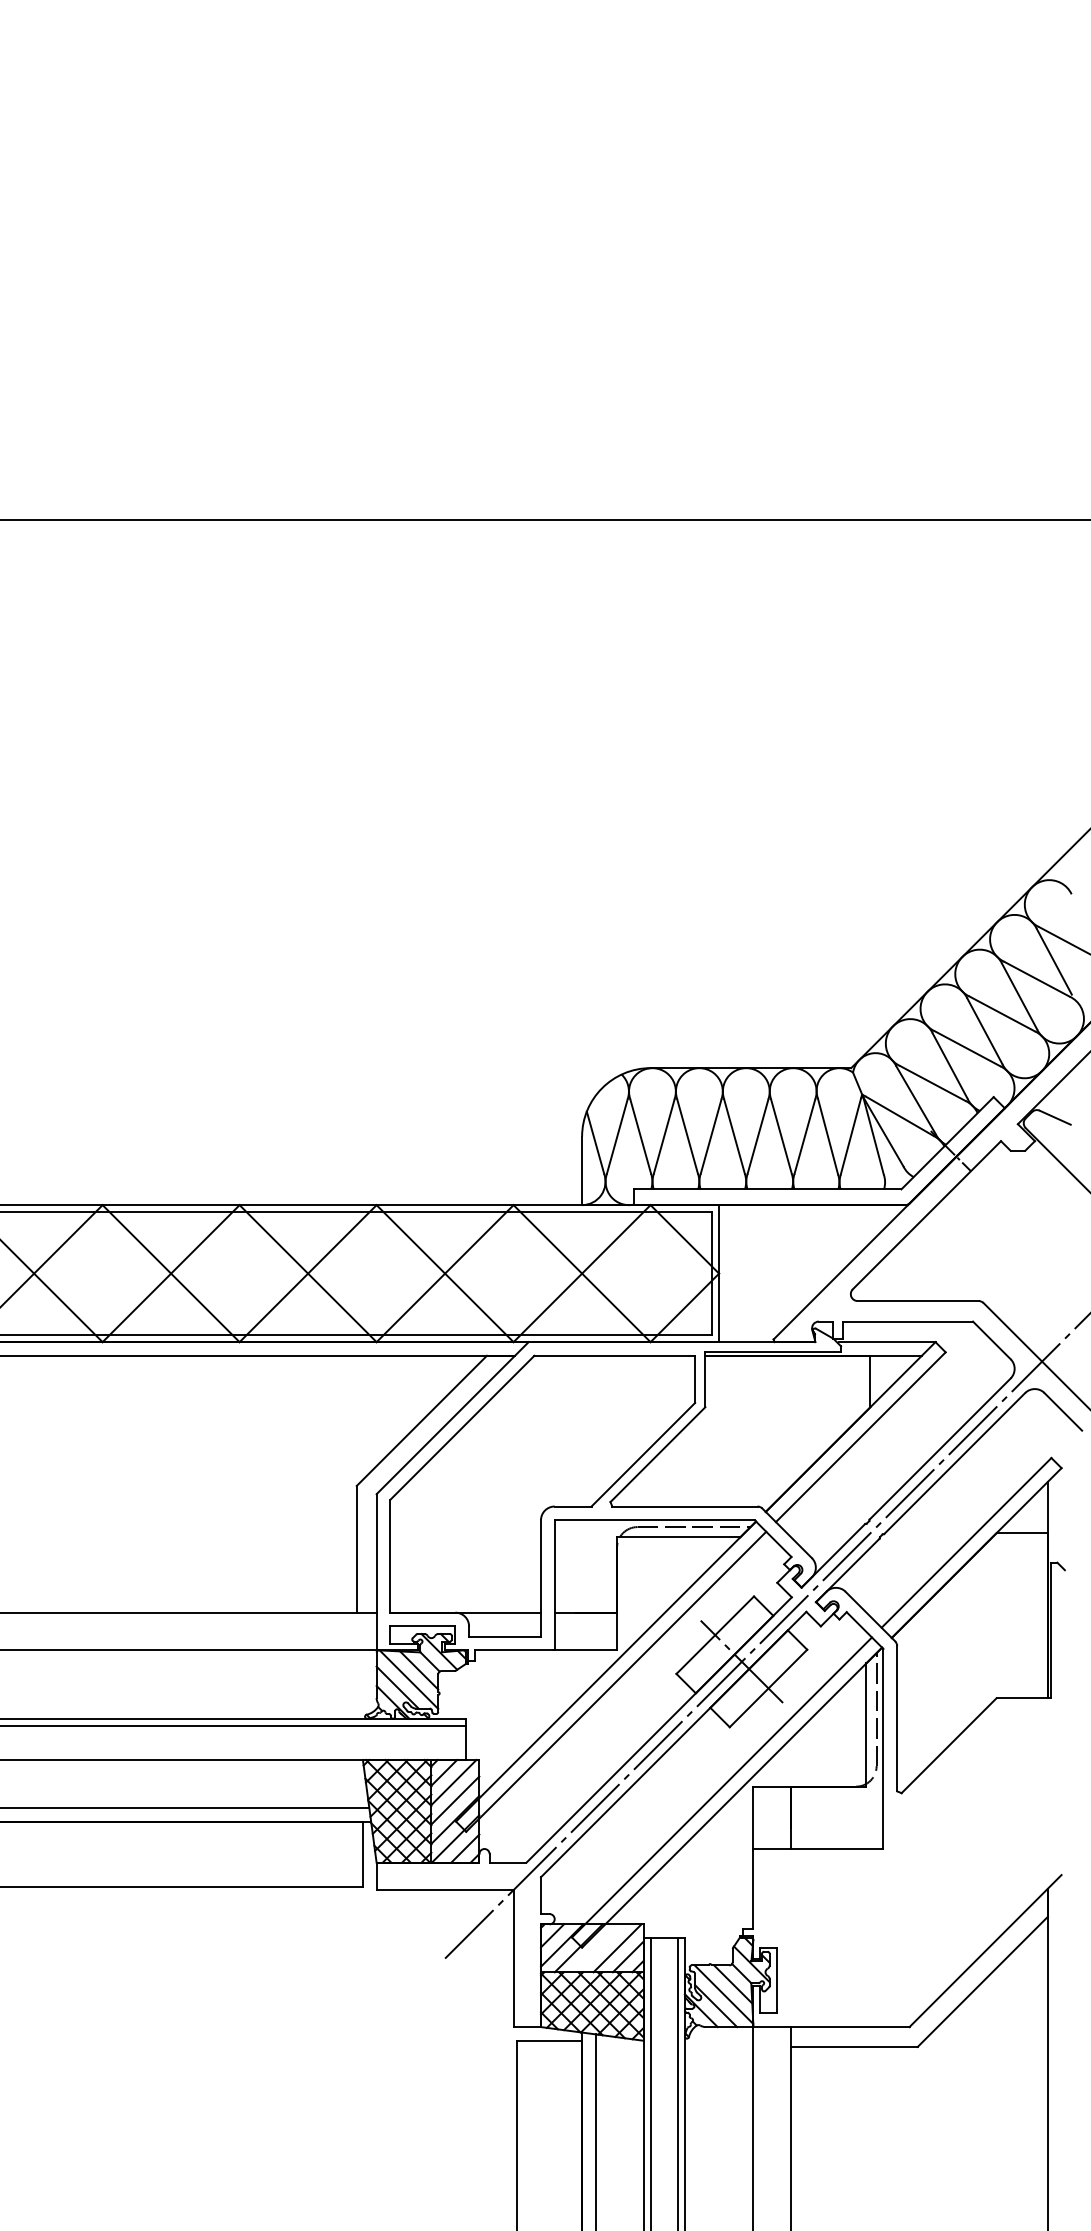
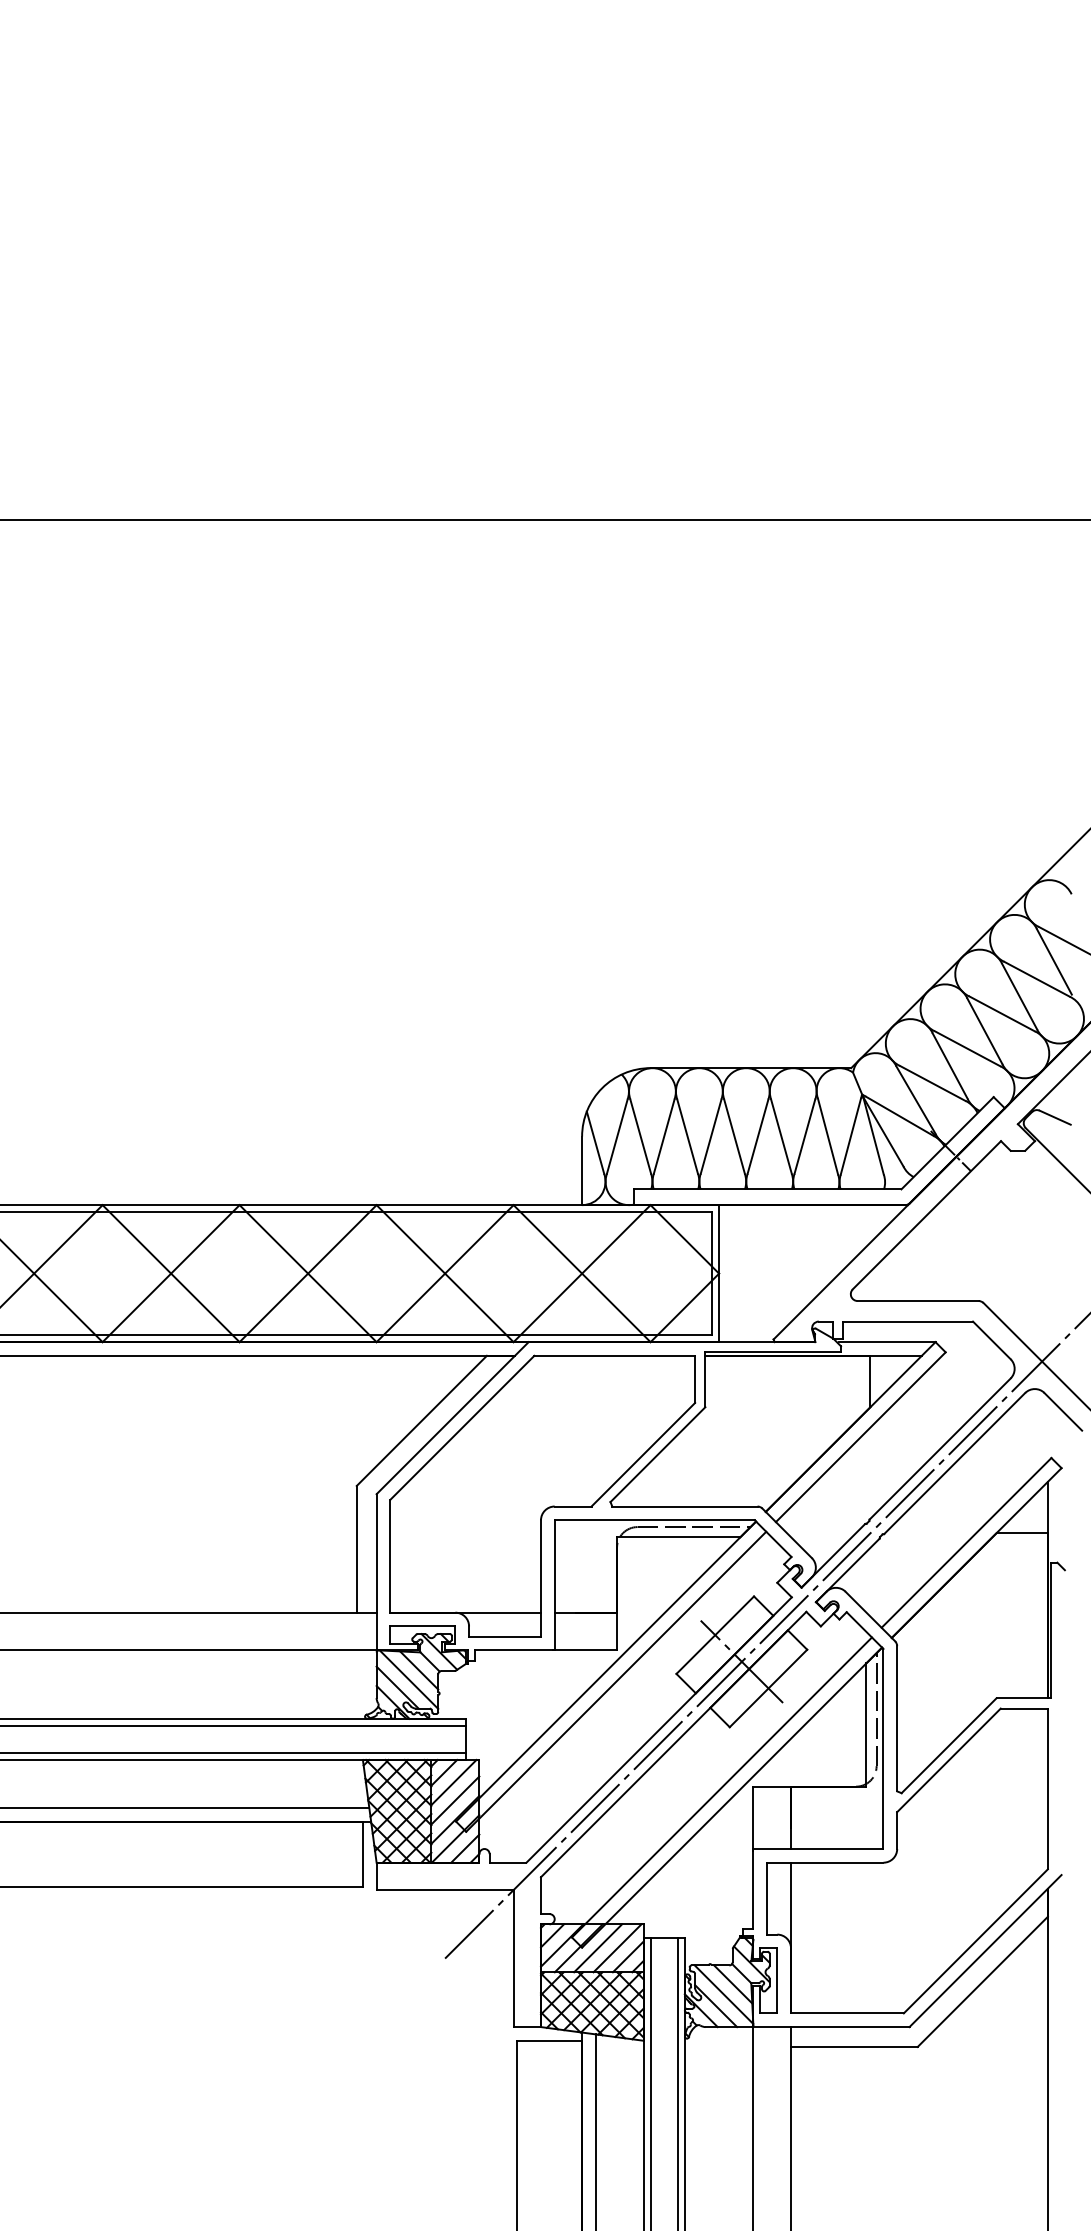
line at (233, 1753): none -> present
part at (907, 1860): none -> present
line at (598, 1948): none -> present
